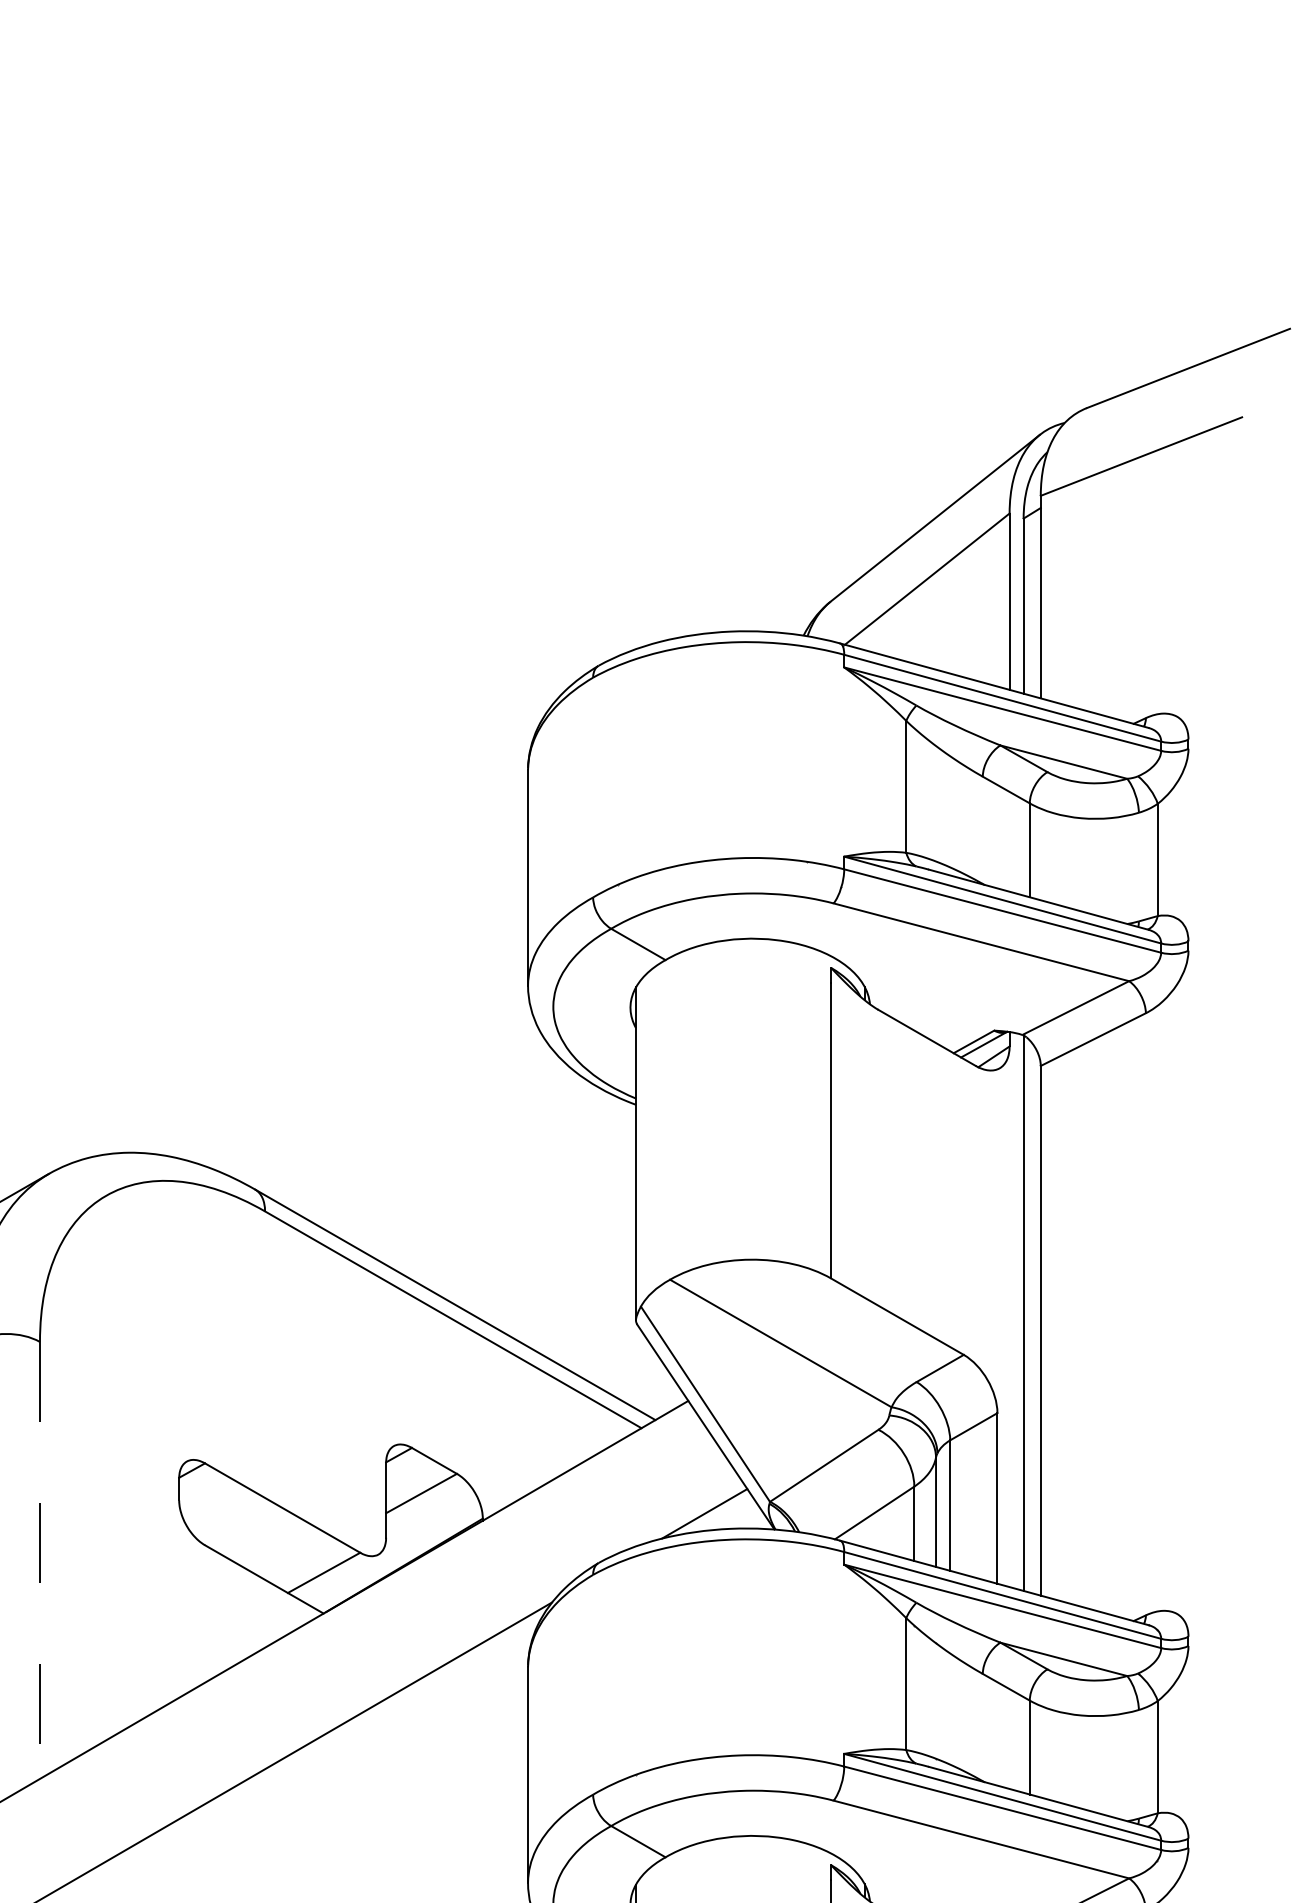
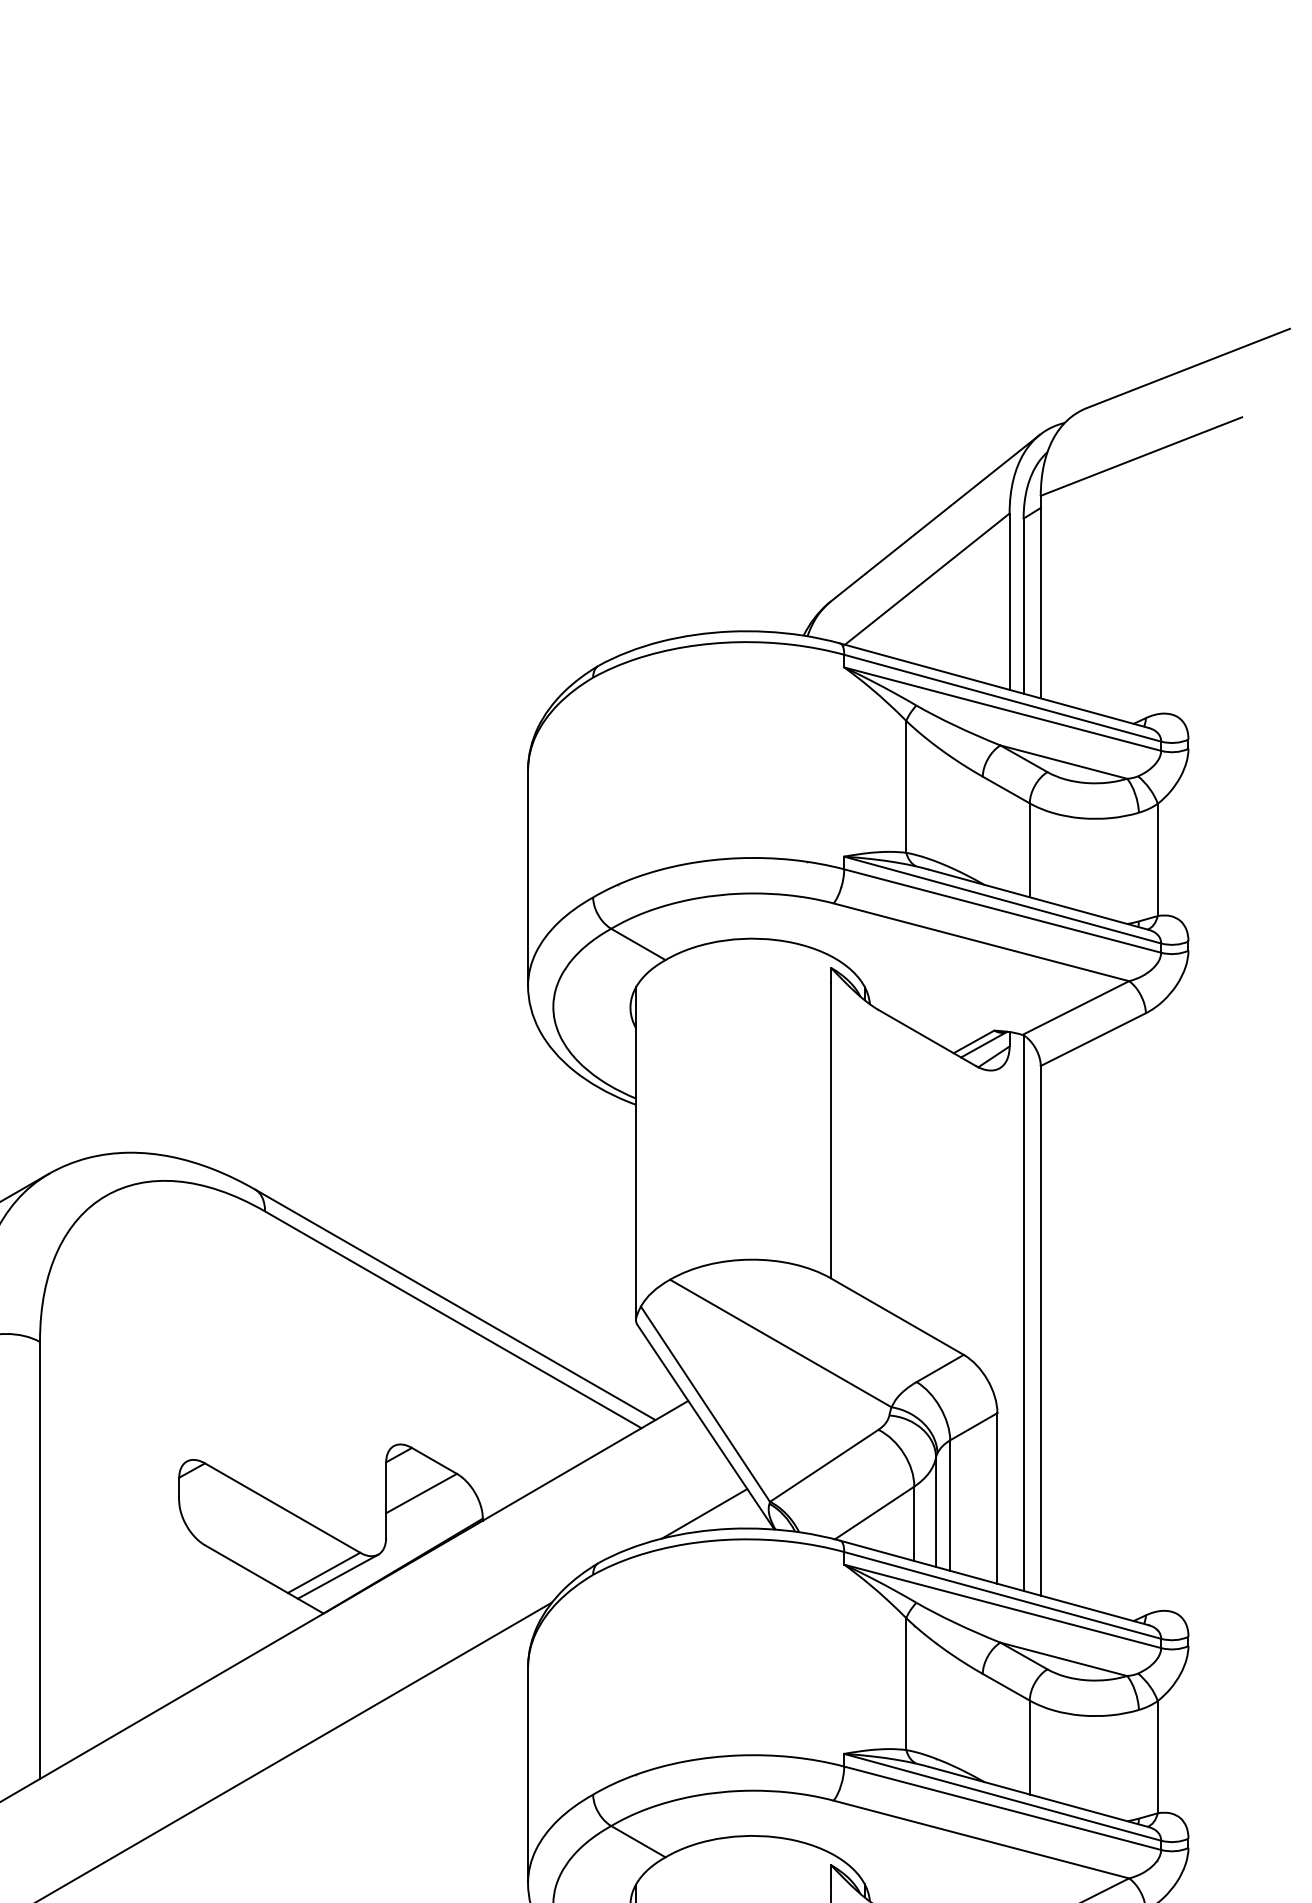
line at (40, 1560): dashed -> solid
line at (337, 1576): none -> present
